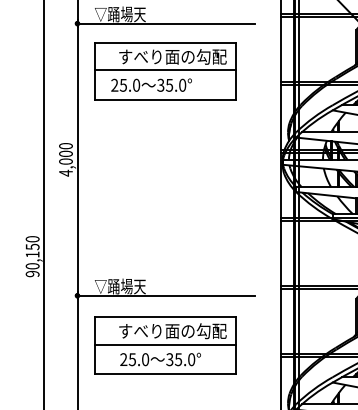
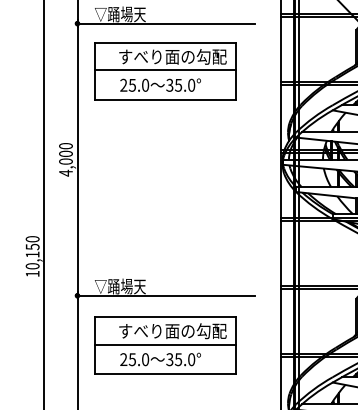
text at (151, 84) position: (151, 84) -> (160, 84)
text at (32, 274): 90,150 -> 10,150
